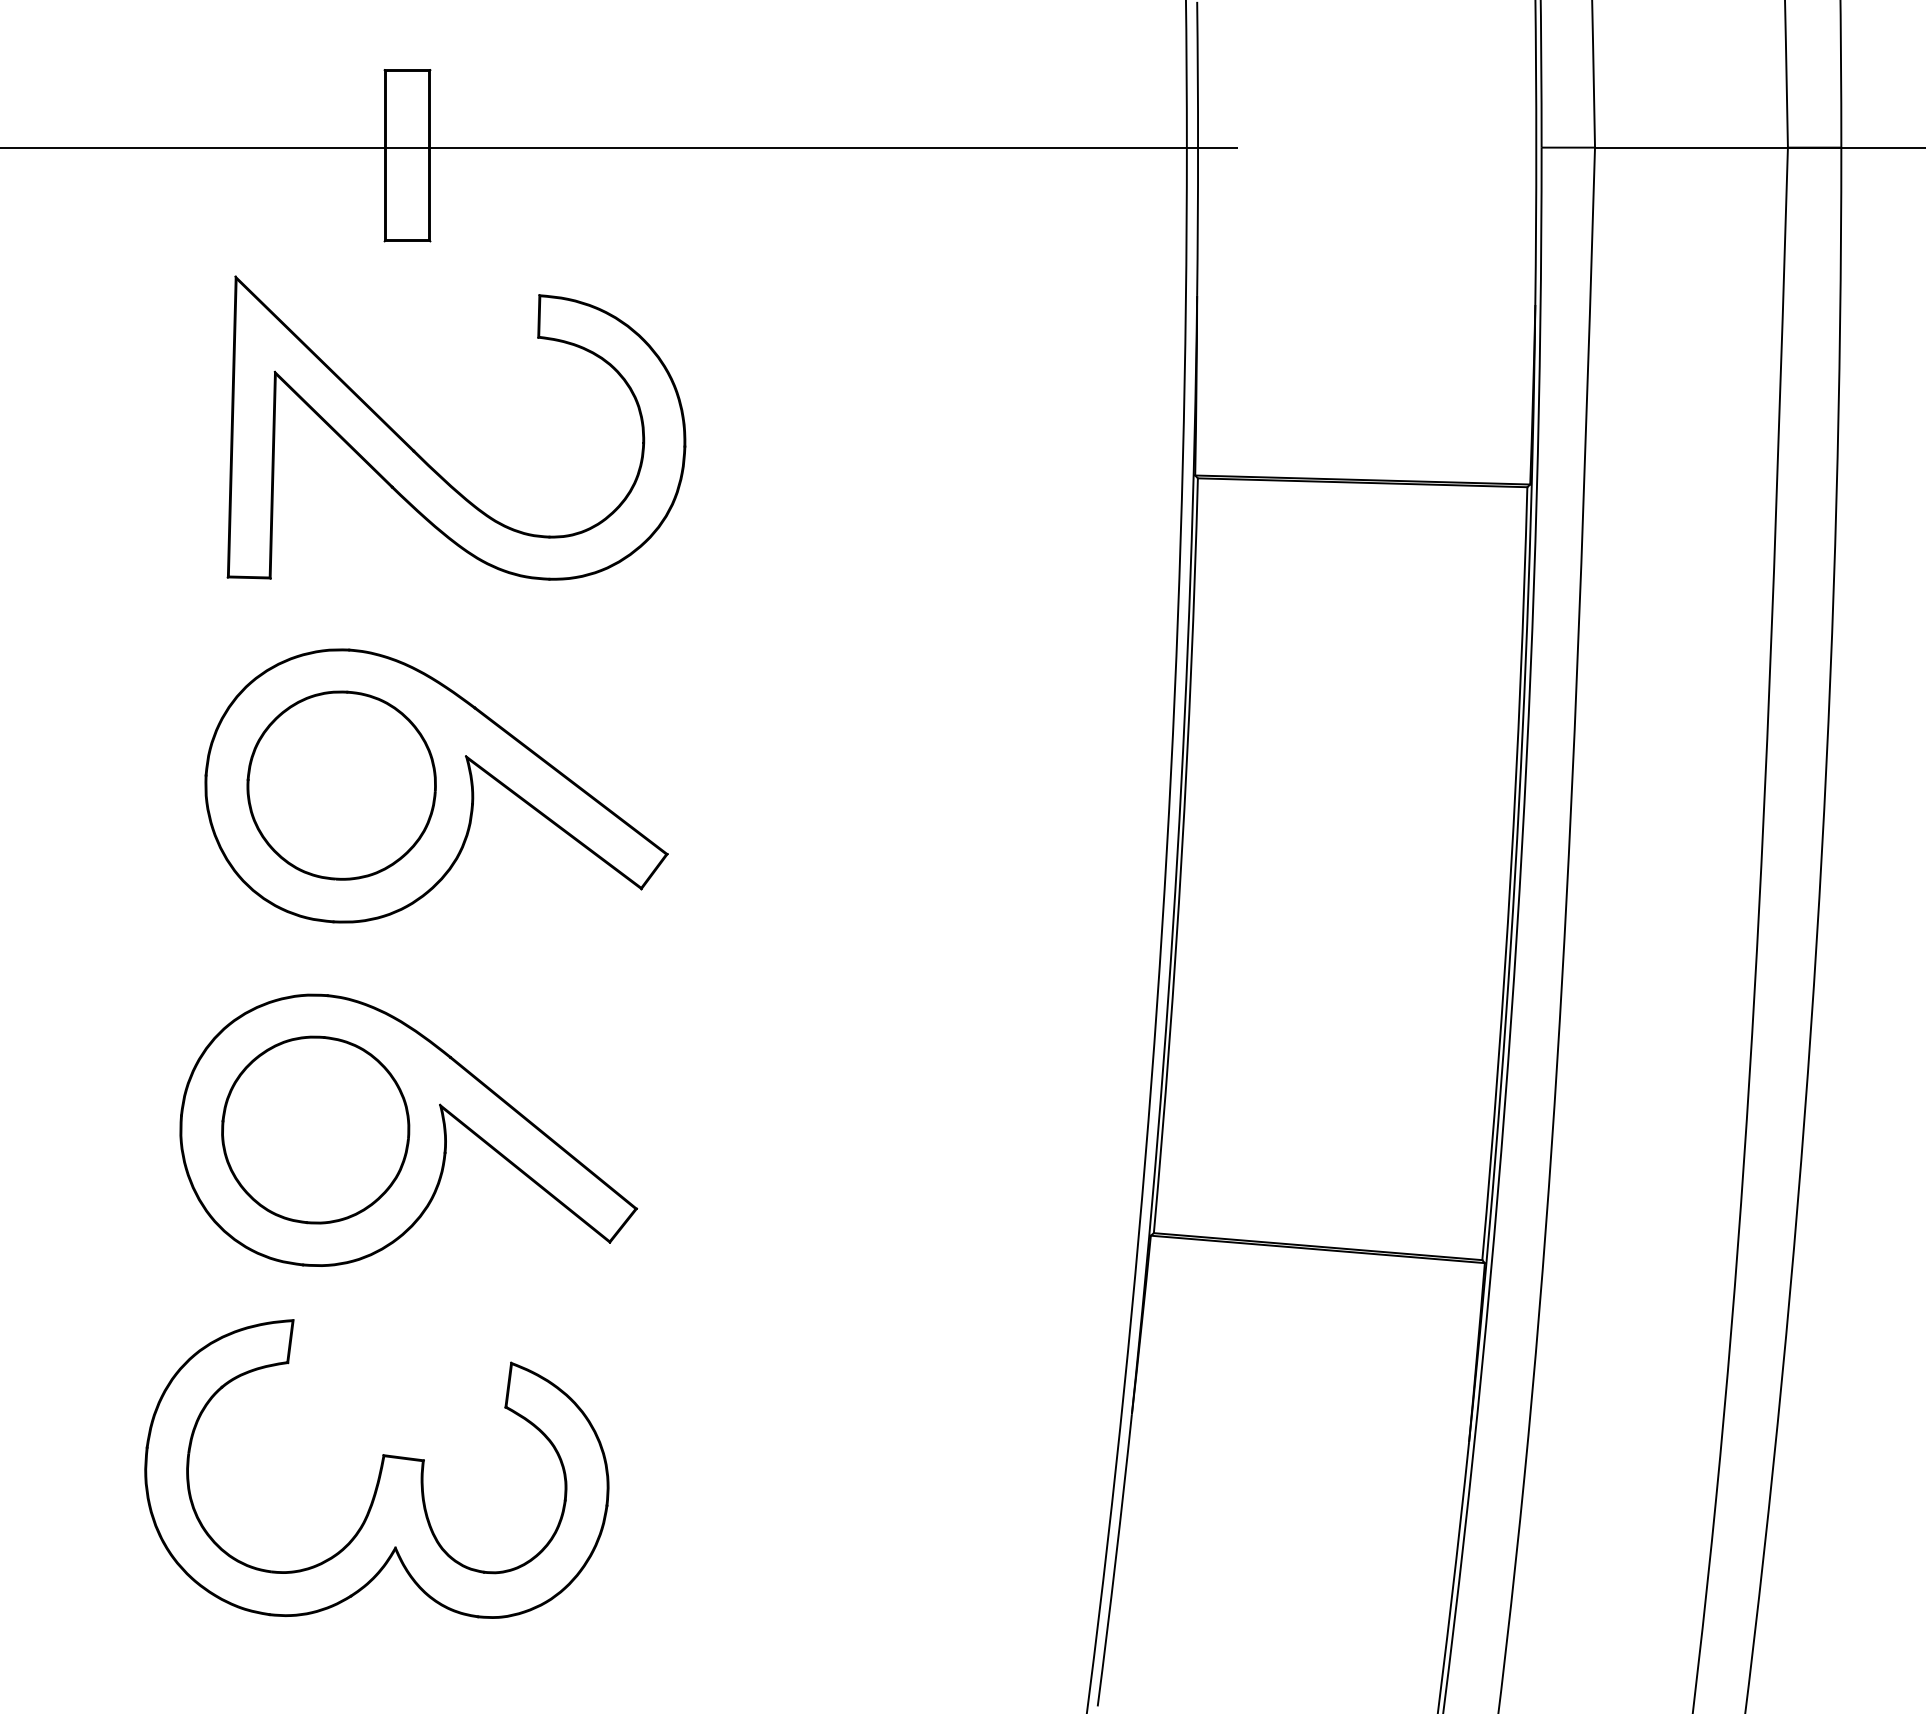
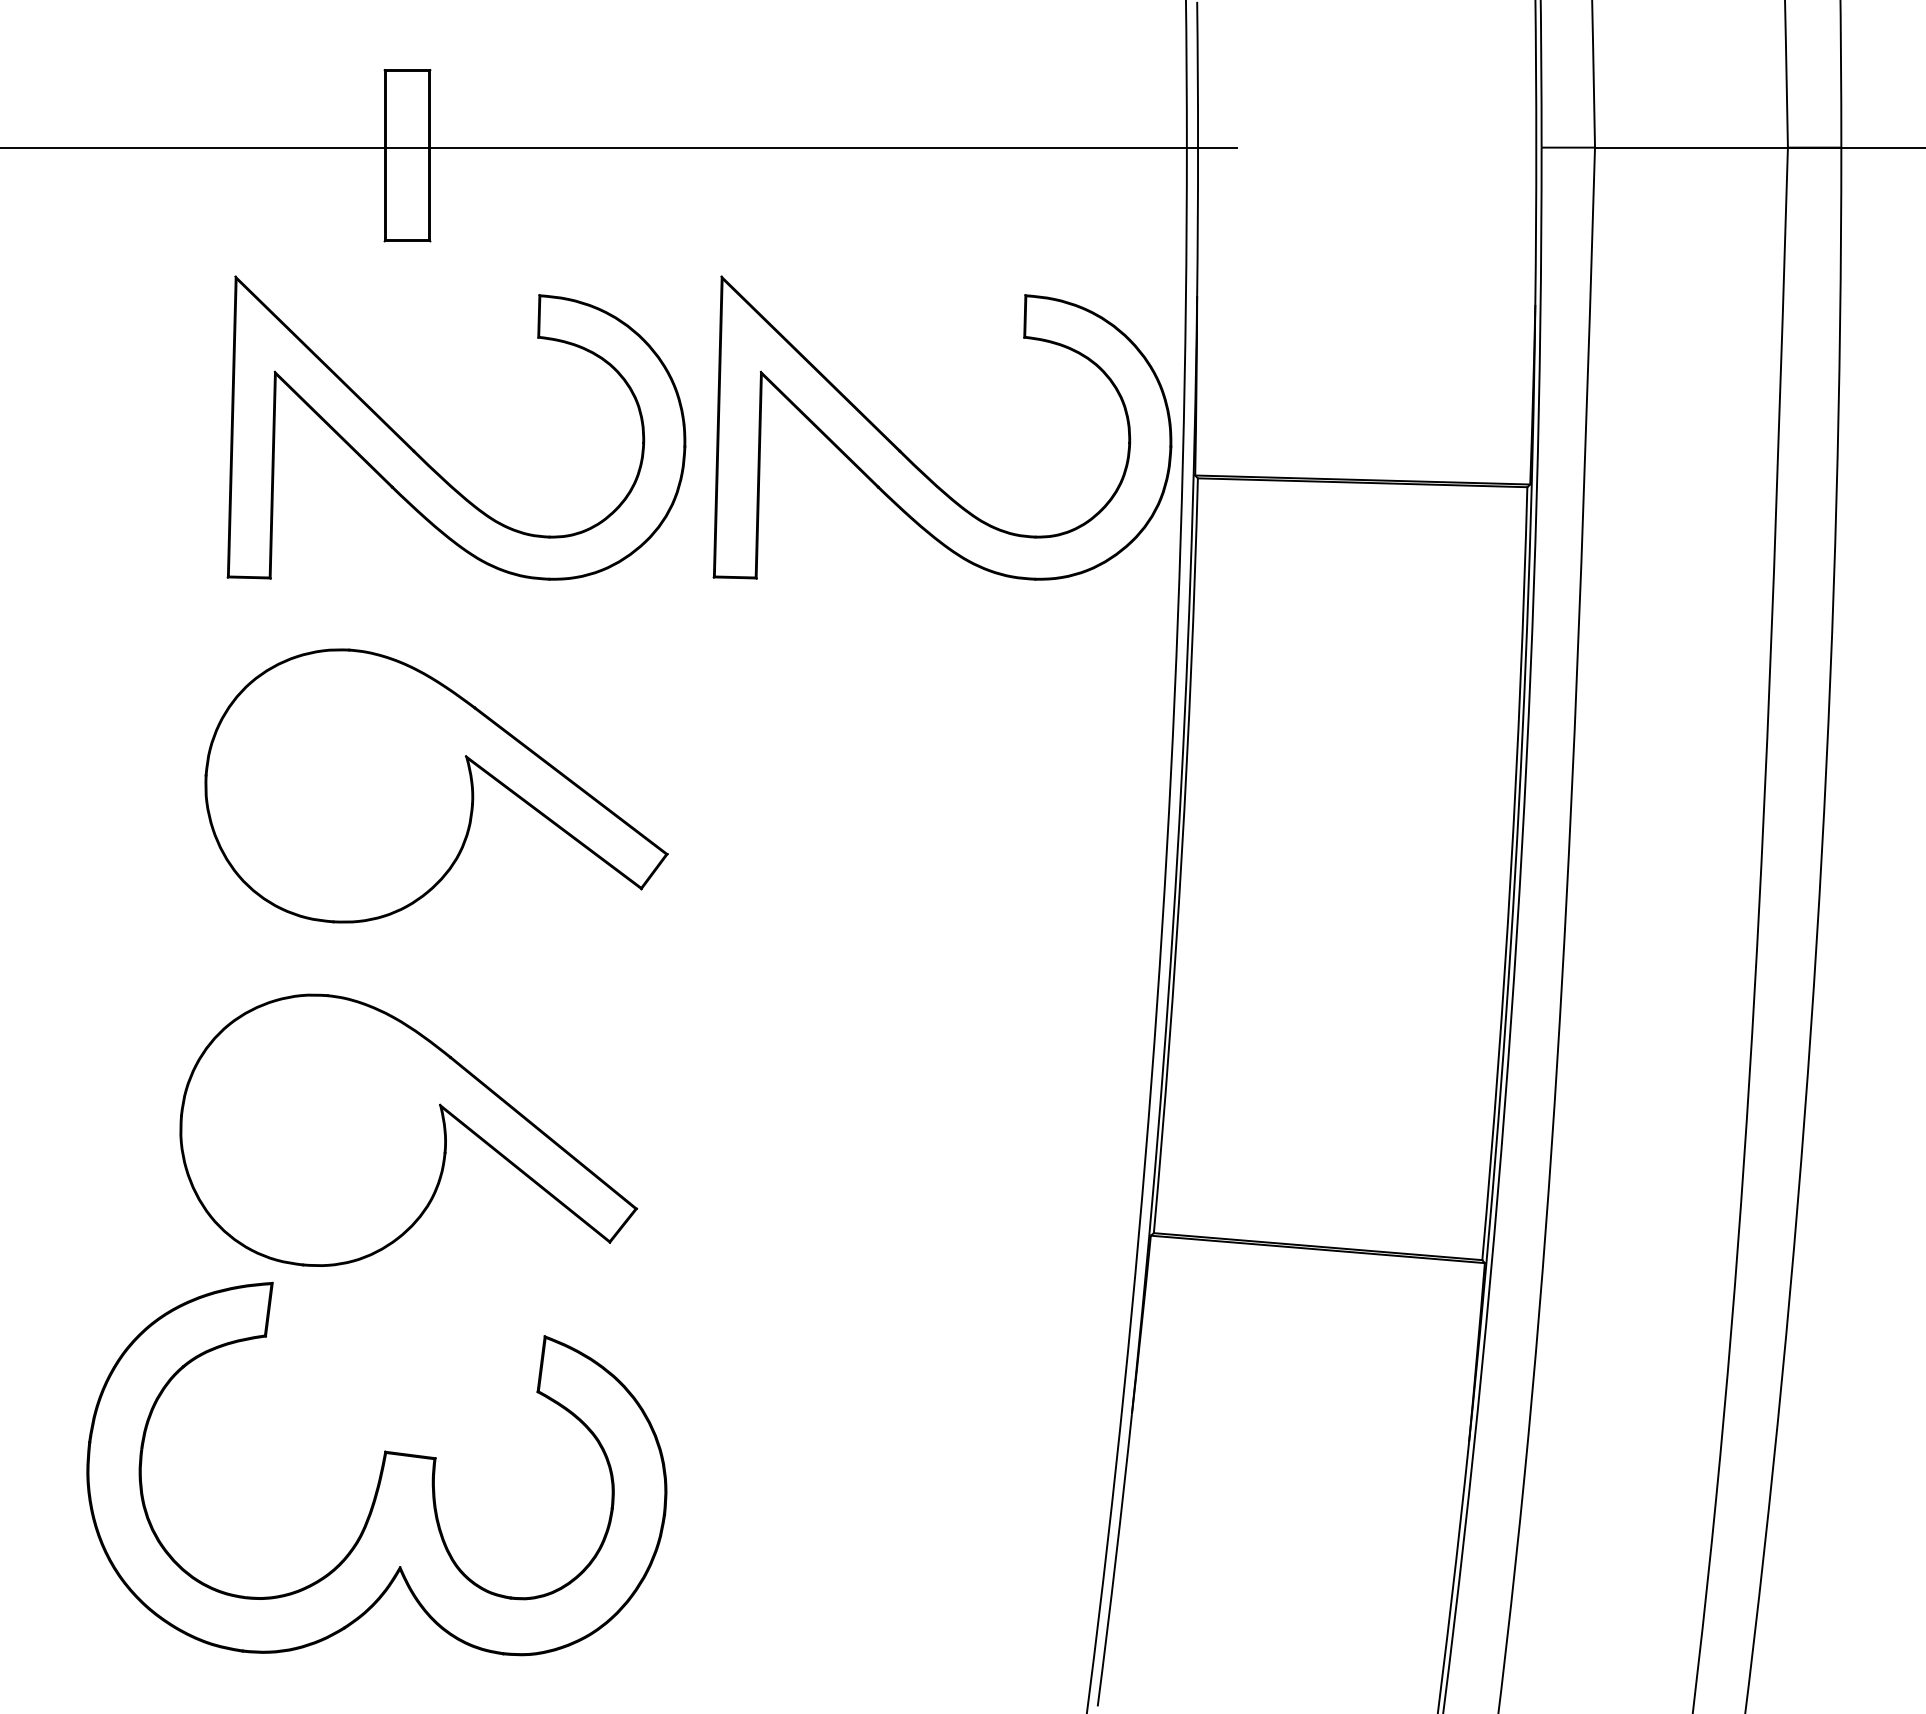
part at (910, 459): none -> present
part at (341, 785): present -> none
part at (315, 1129): present -> none
part at (376, 1468) size: 466x300 px -> 582x376 px
